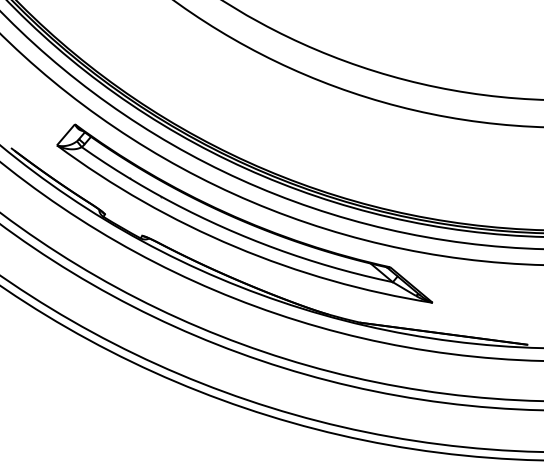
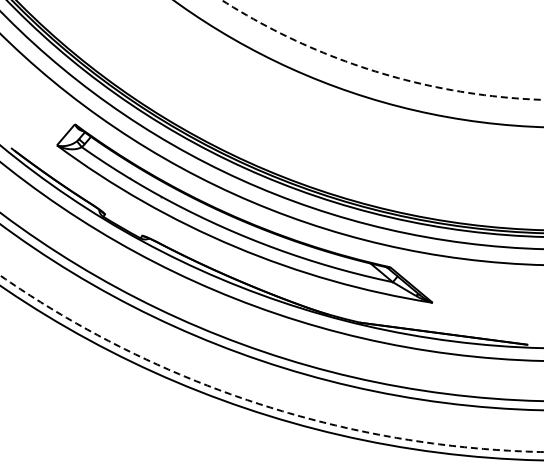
circle at (382, 49): solid -> dashed
circle at (271, 363): solid -> dashed
